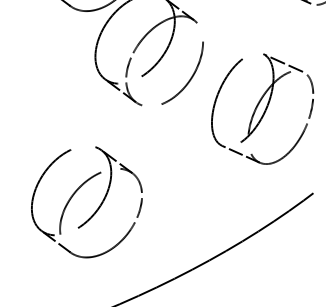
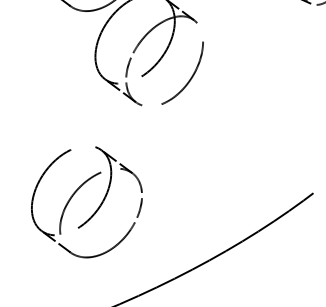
part at (262, 108): present -> none
